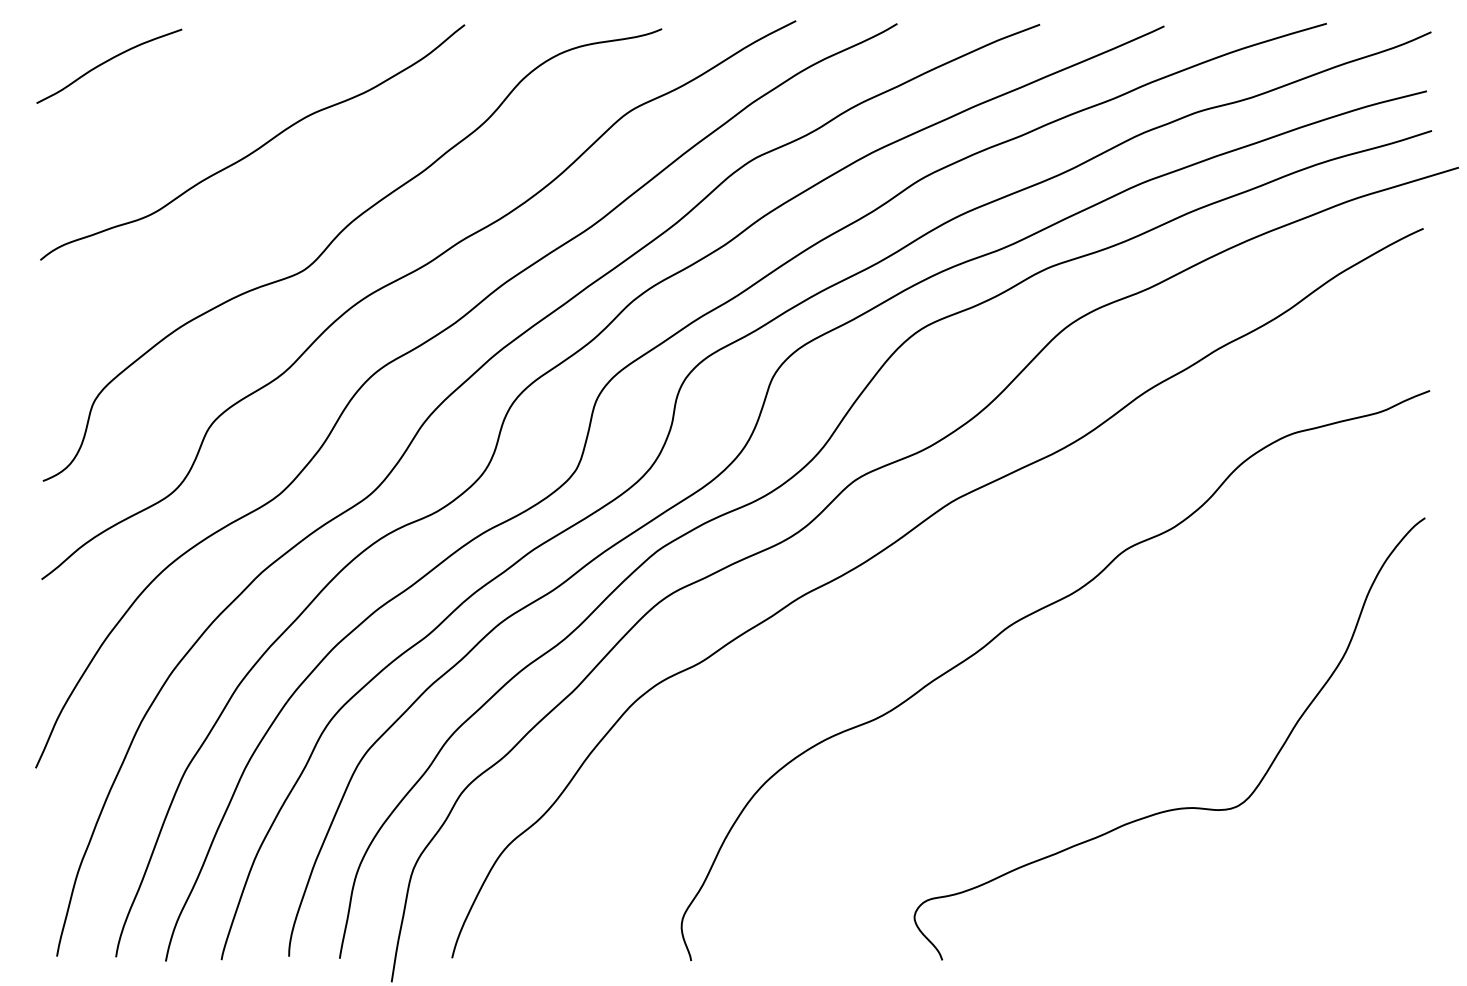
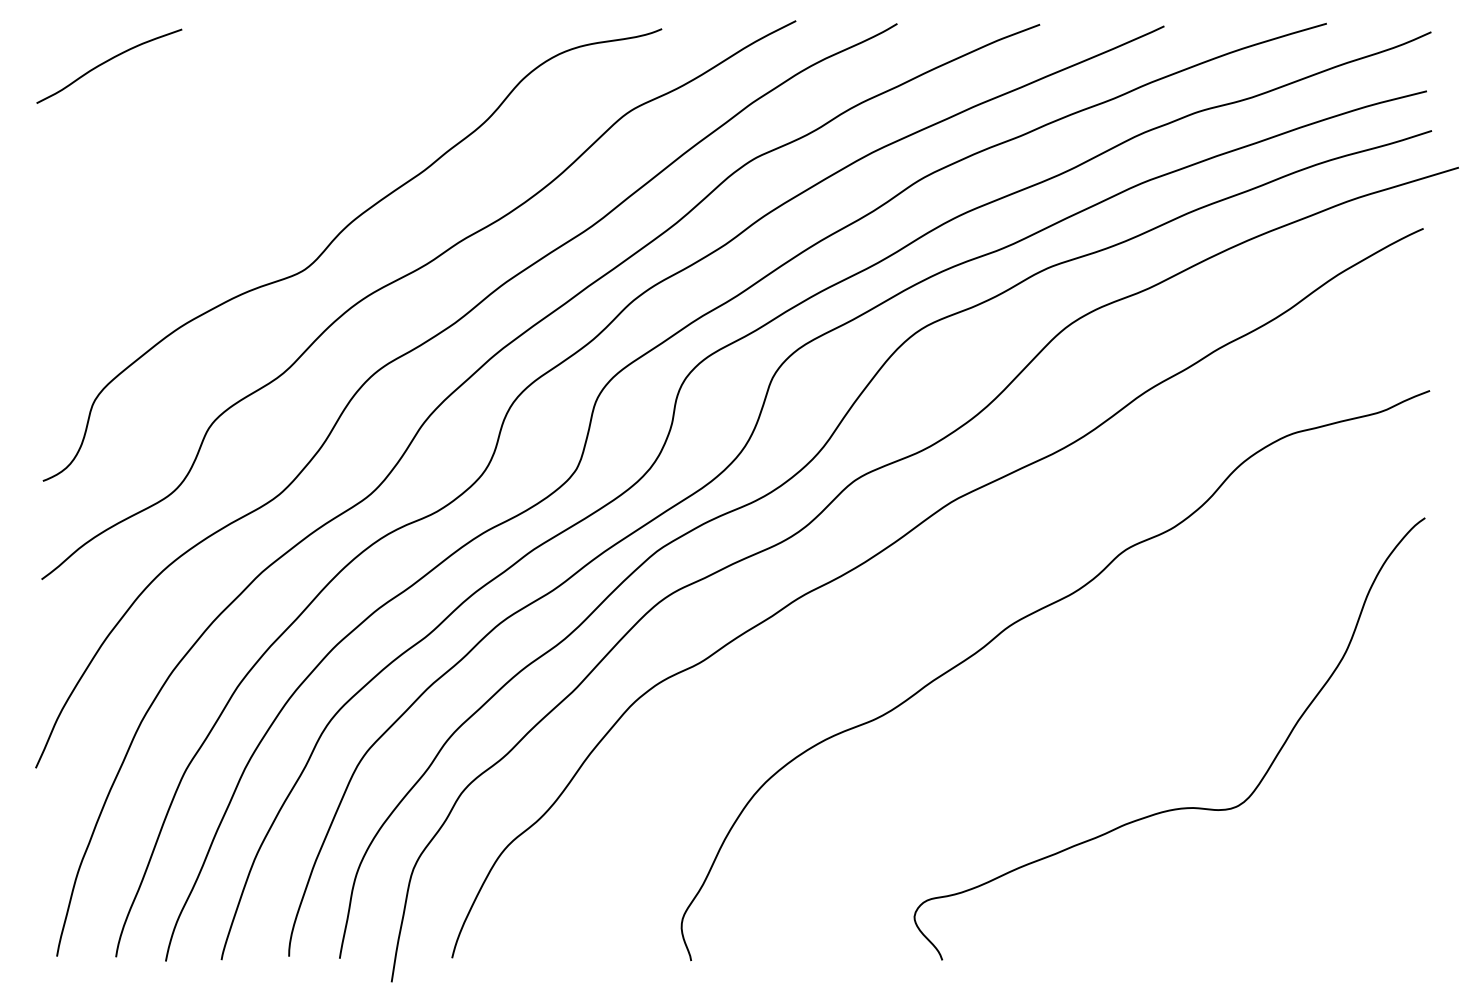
curve at (255, 149): present -> none
